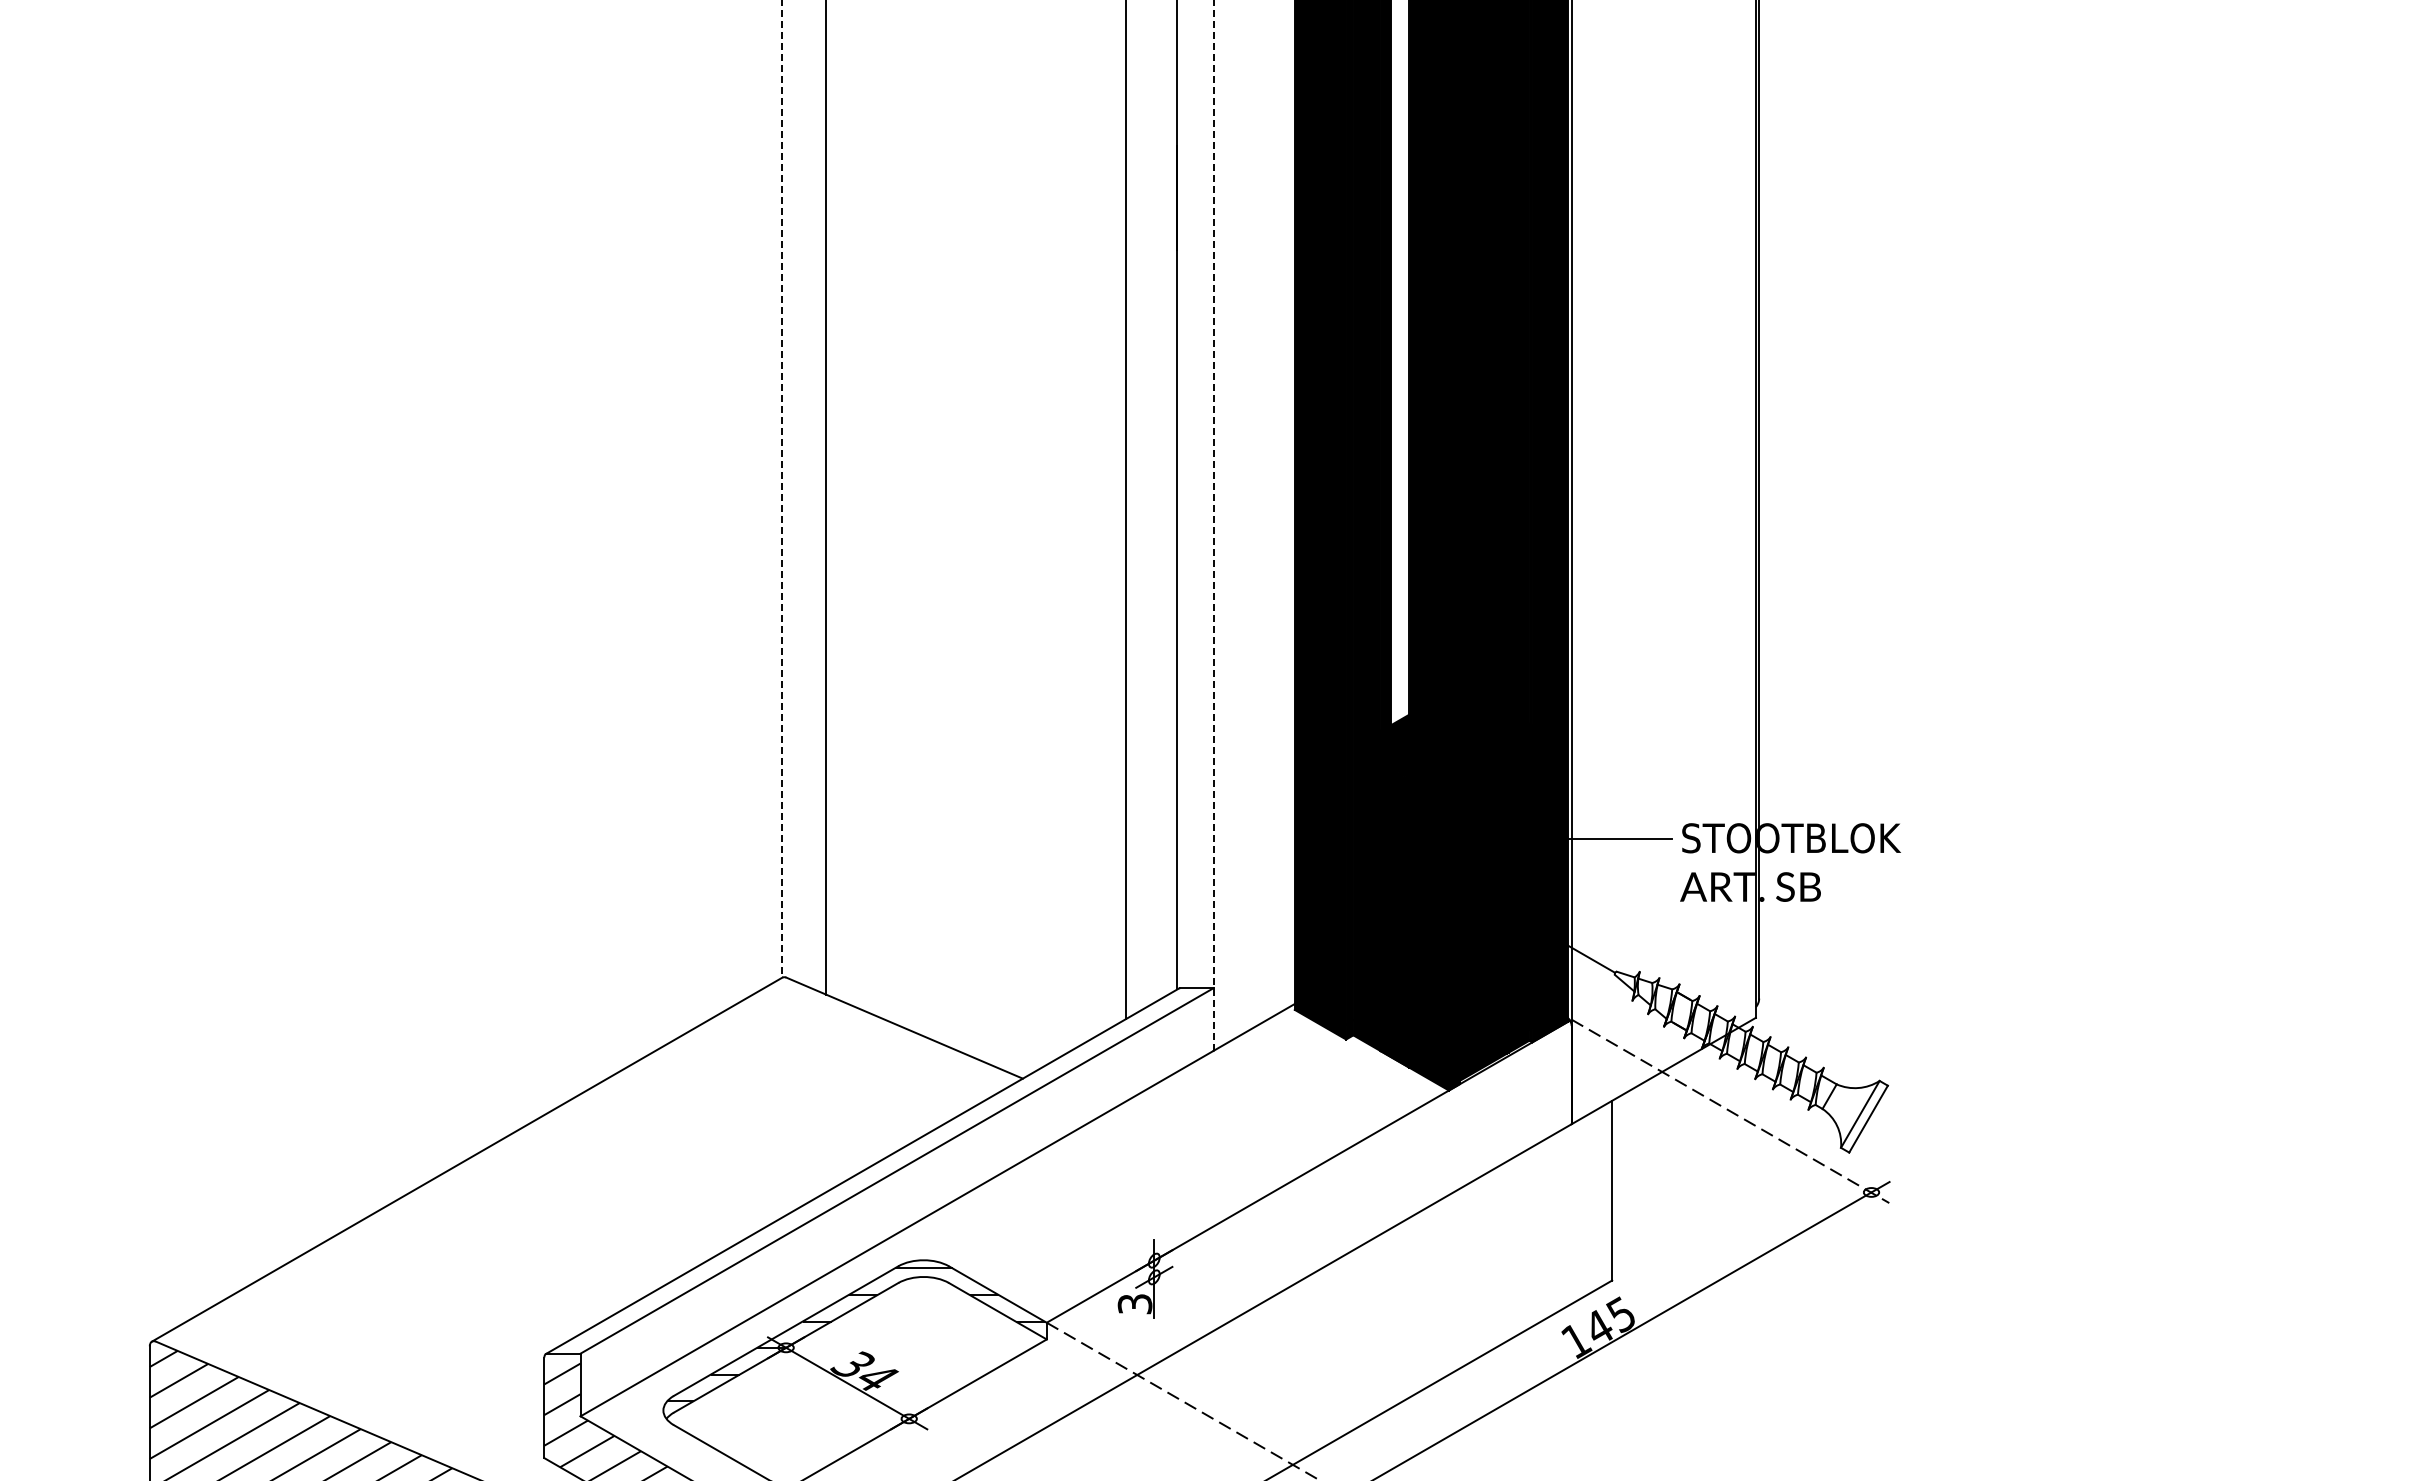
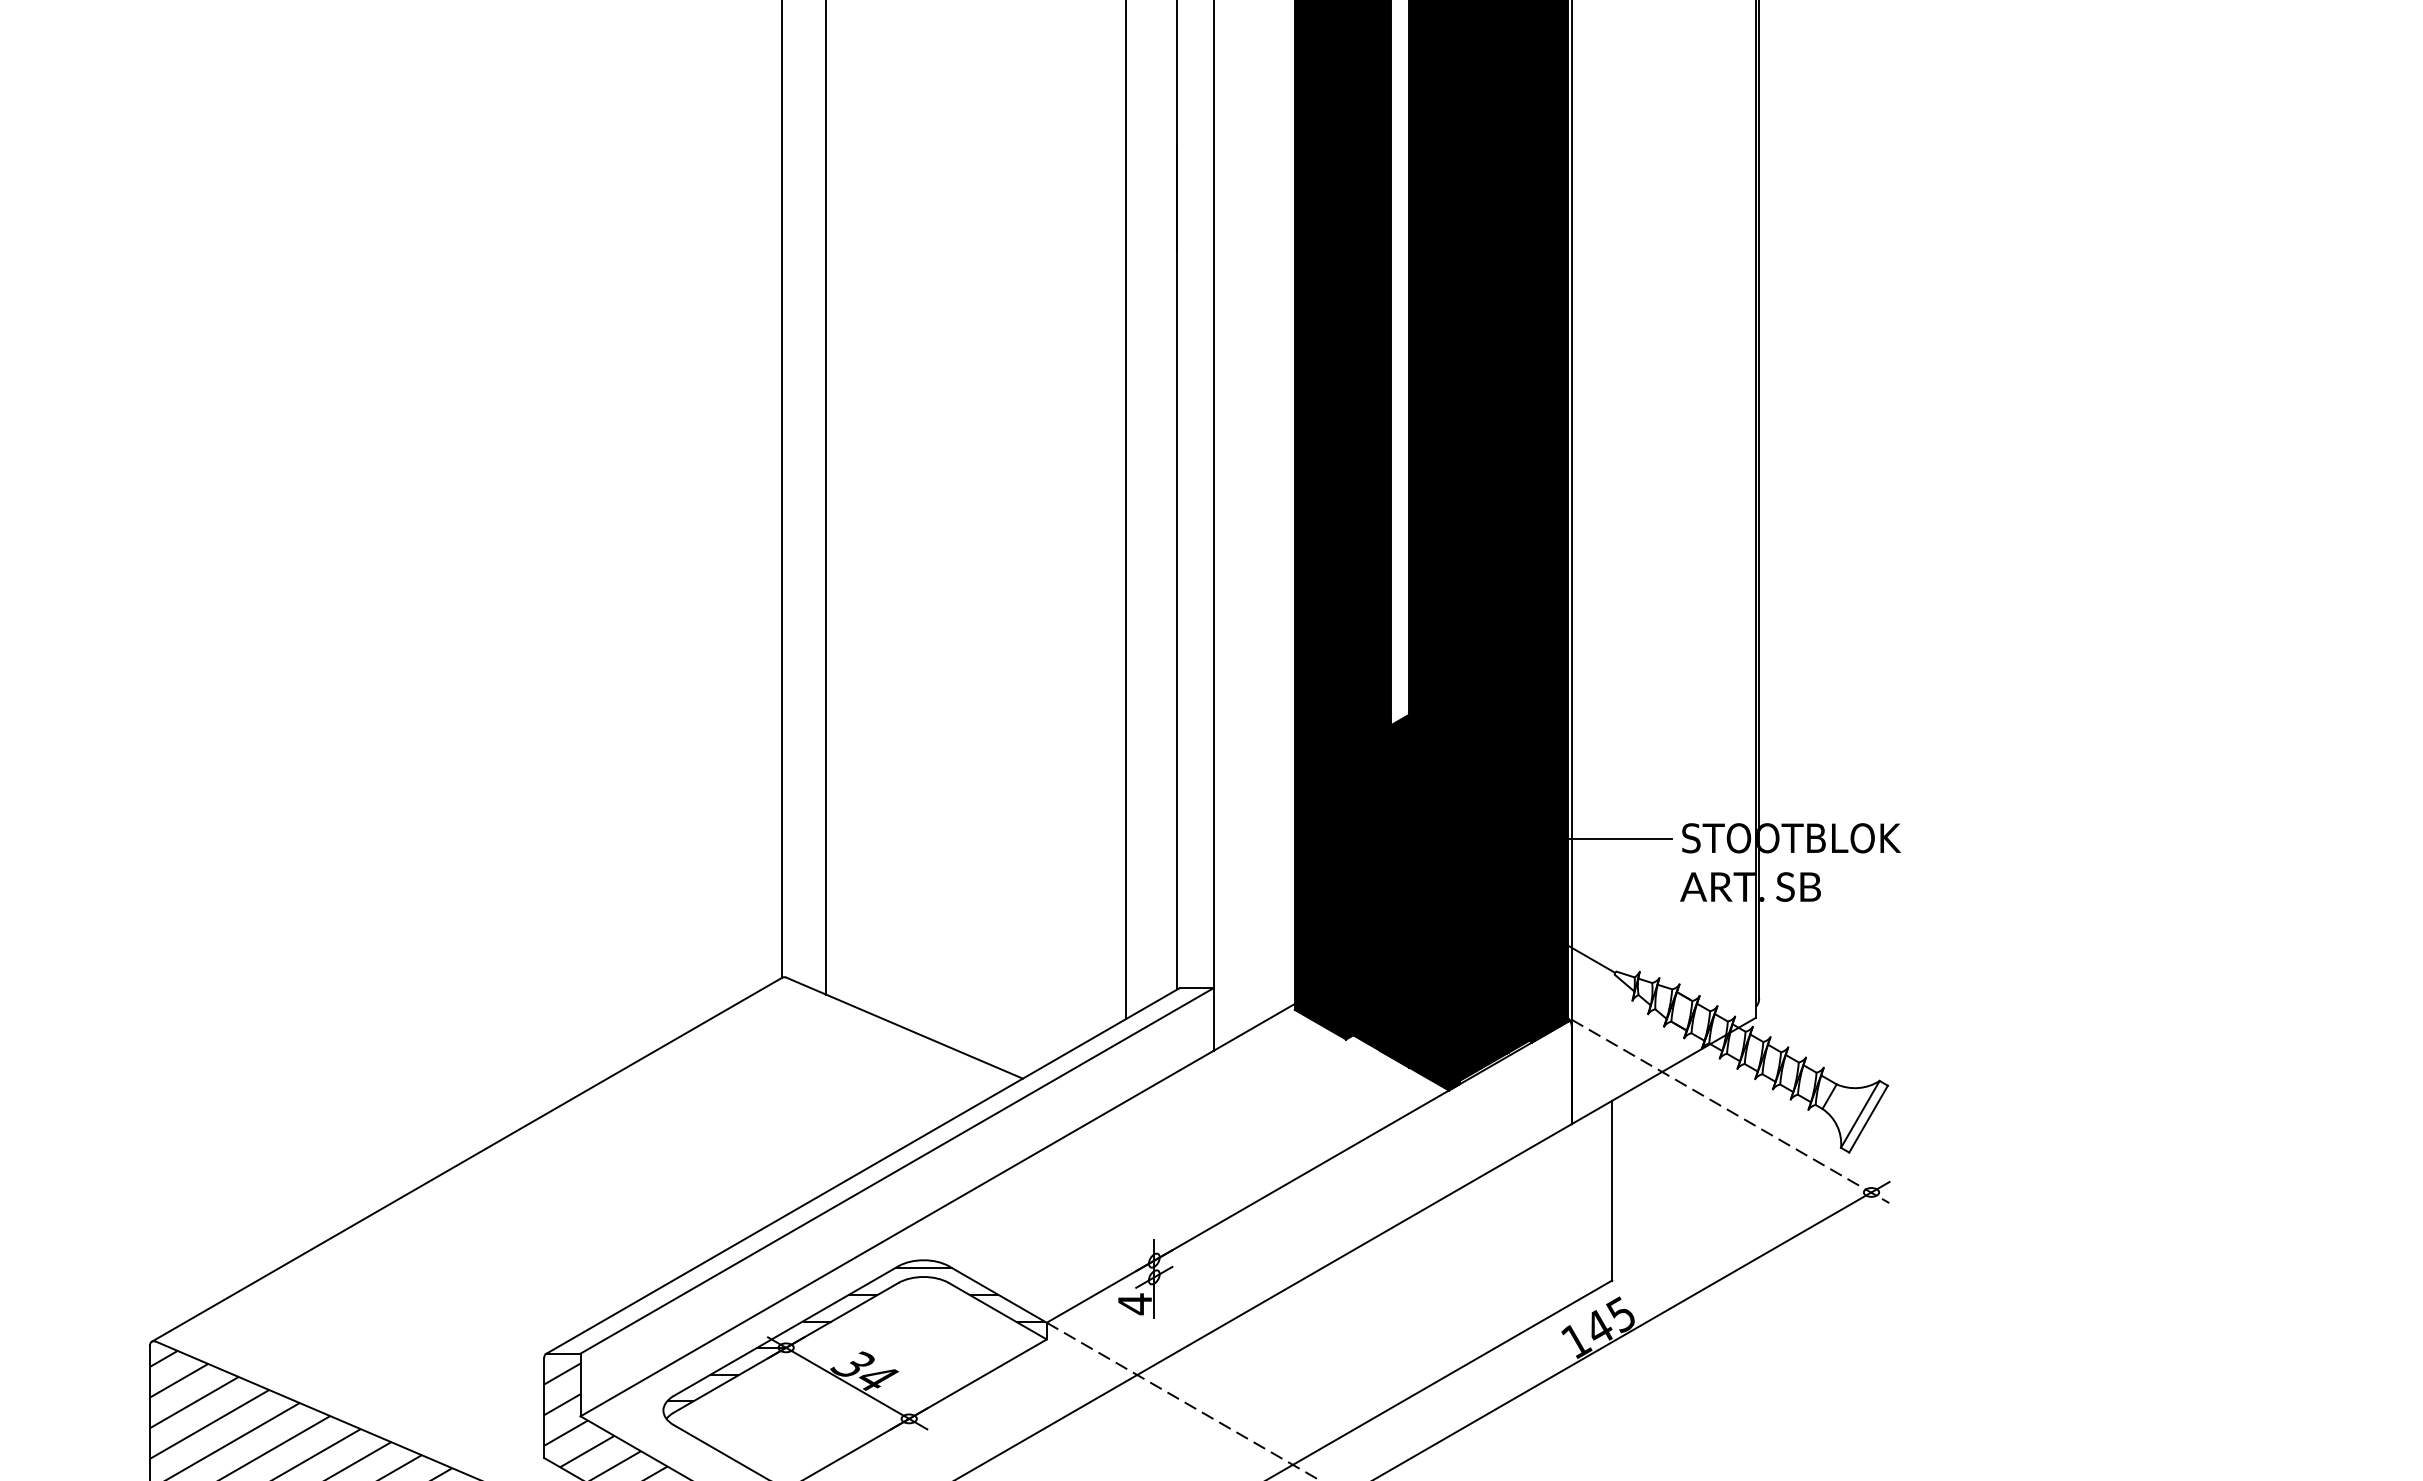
line at (782, 489): dashed -> solid
line at (1213, 526): dashed -> solid
text at (1134, 1304): 3 -> 4
